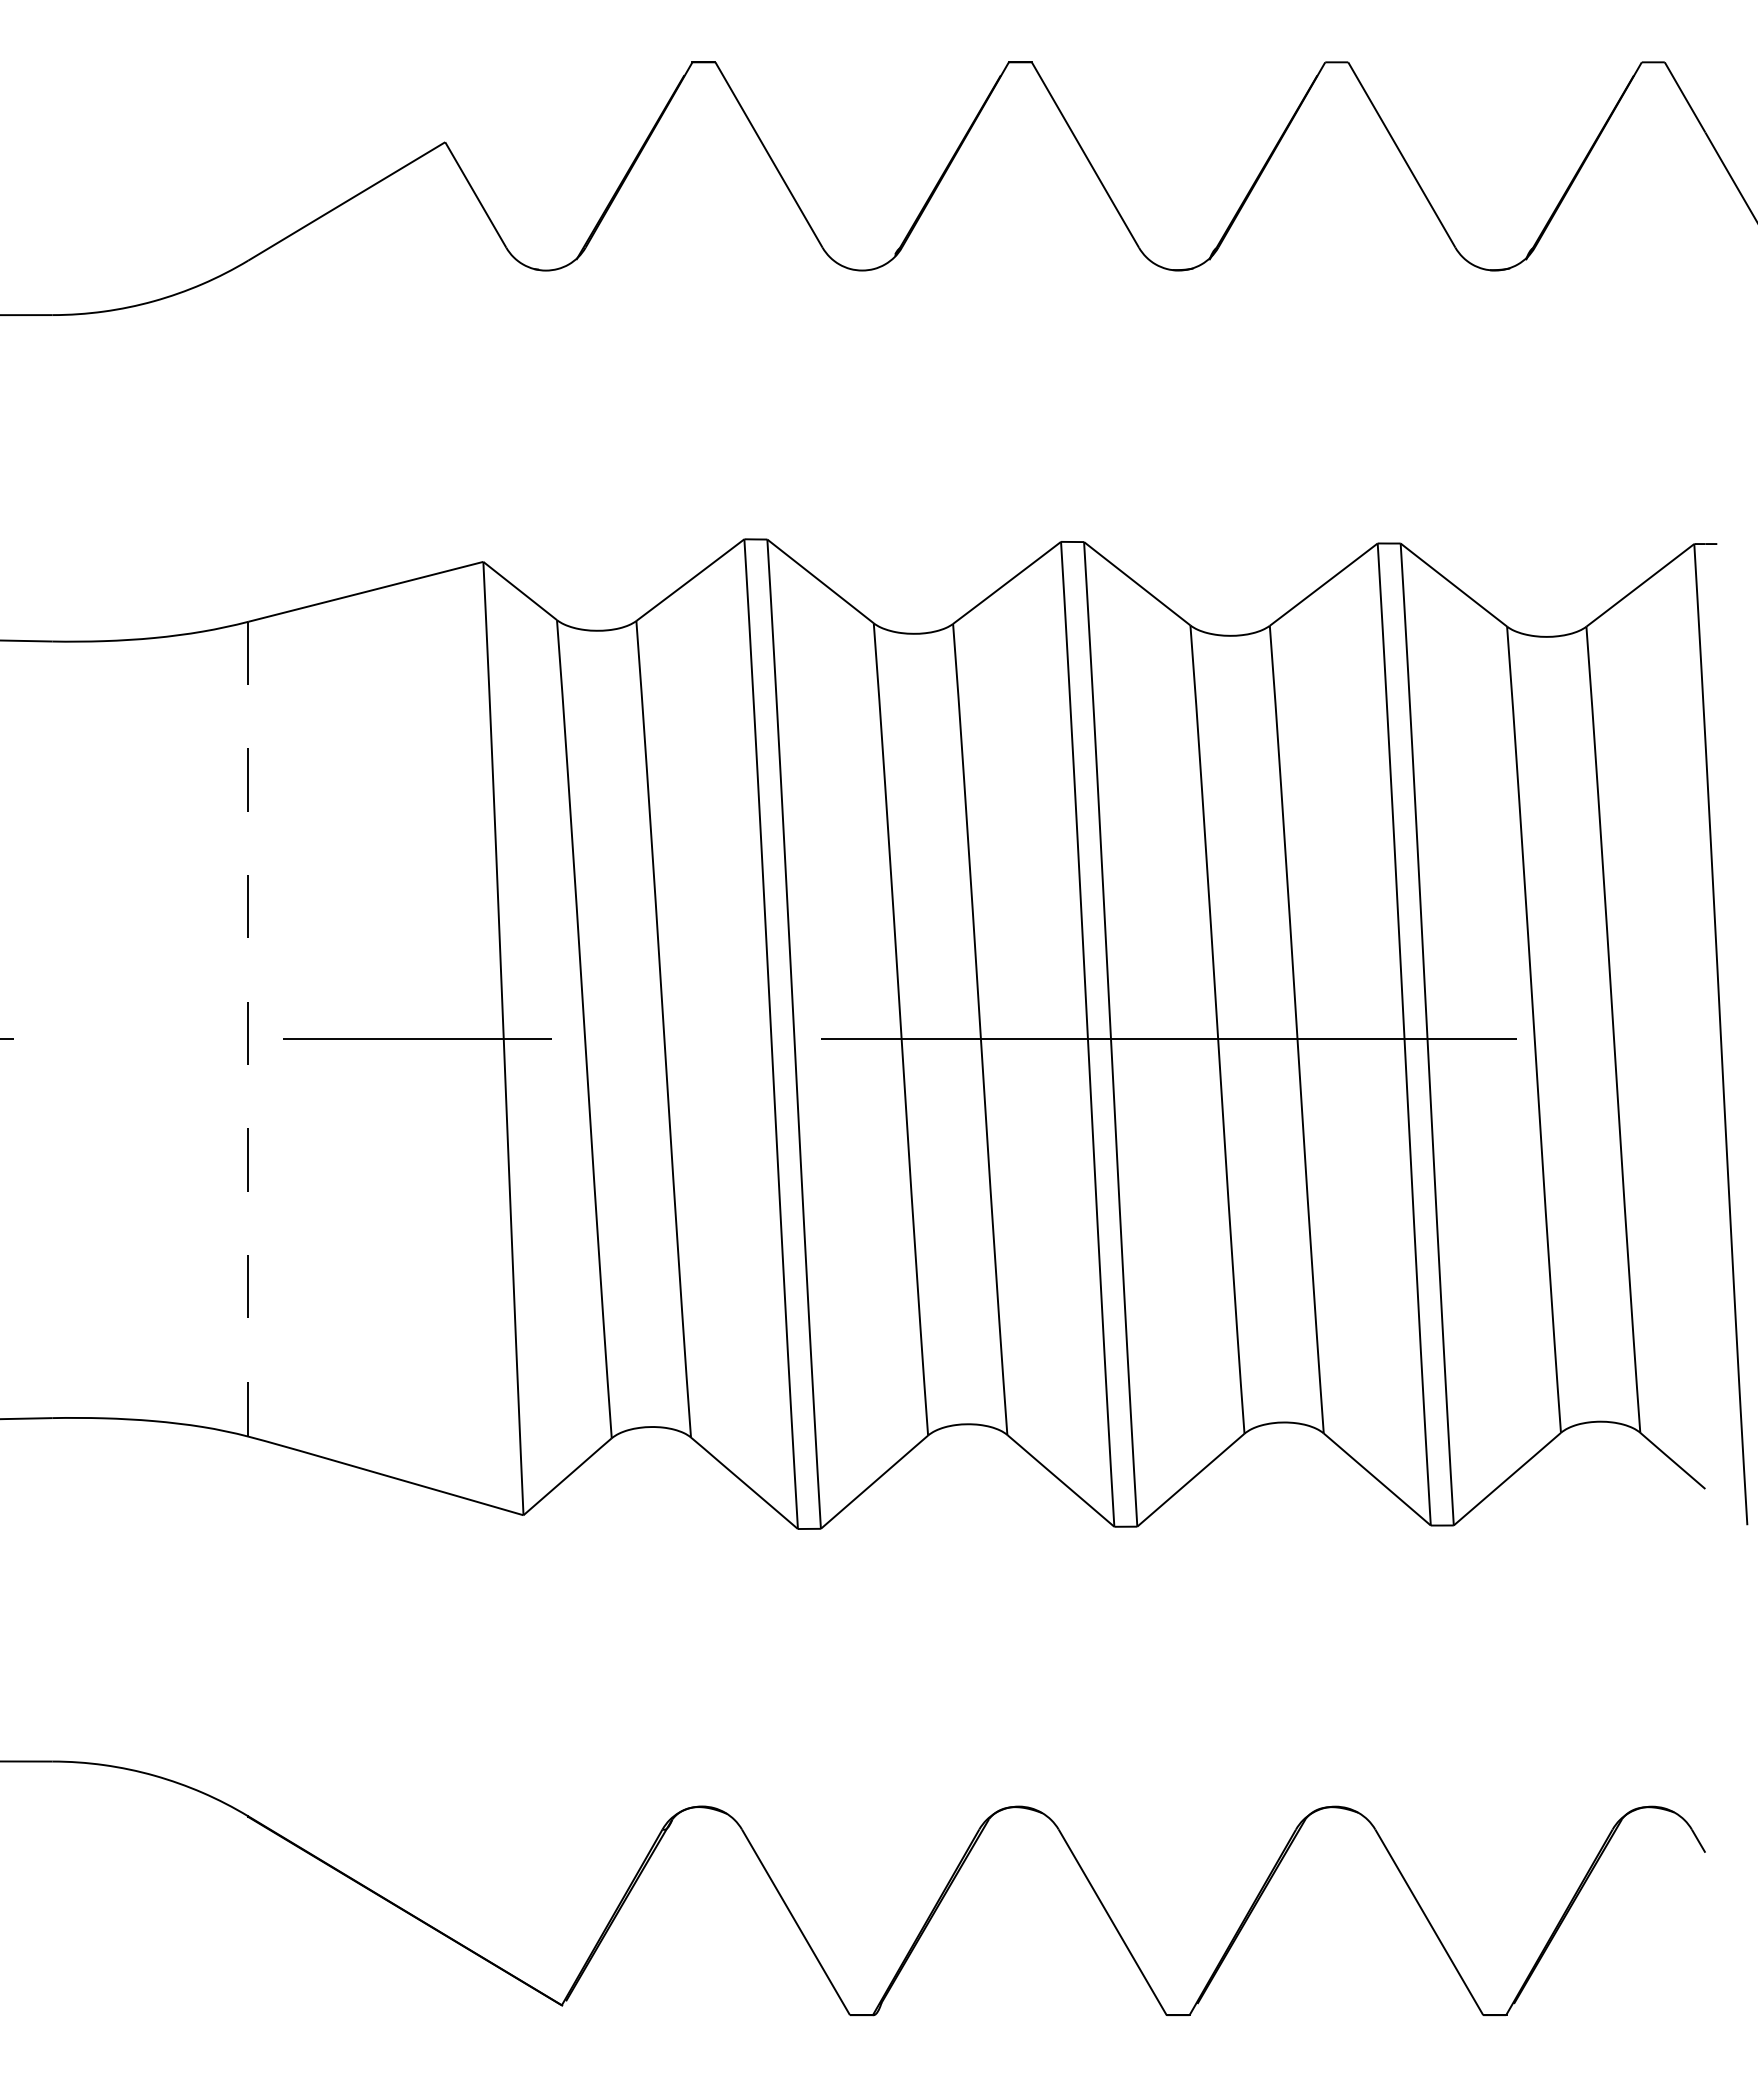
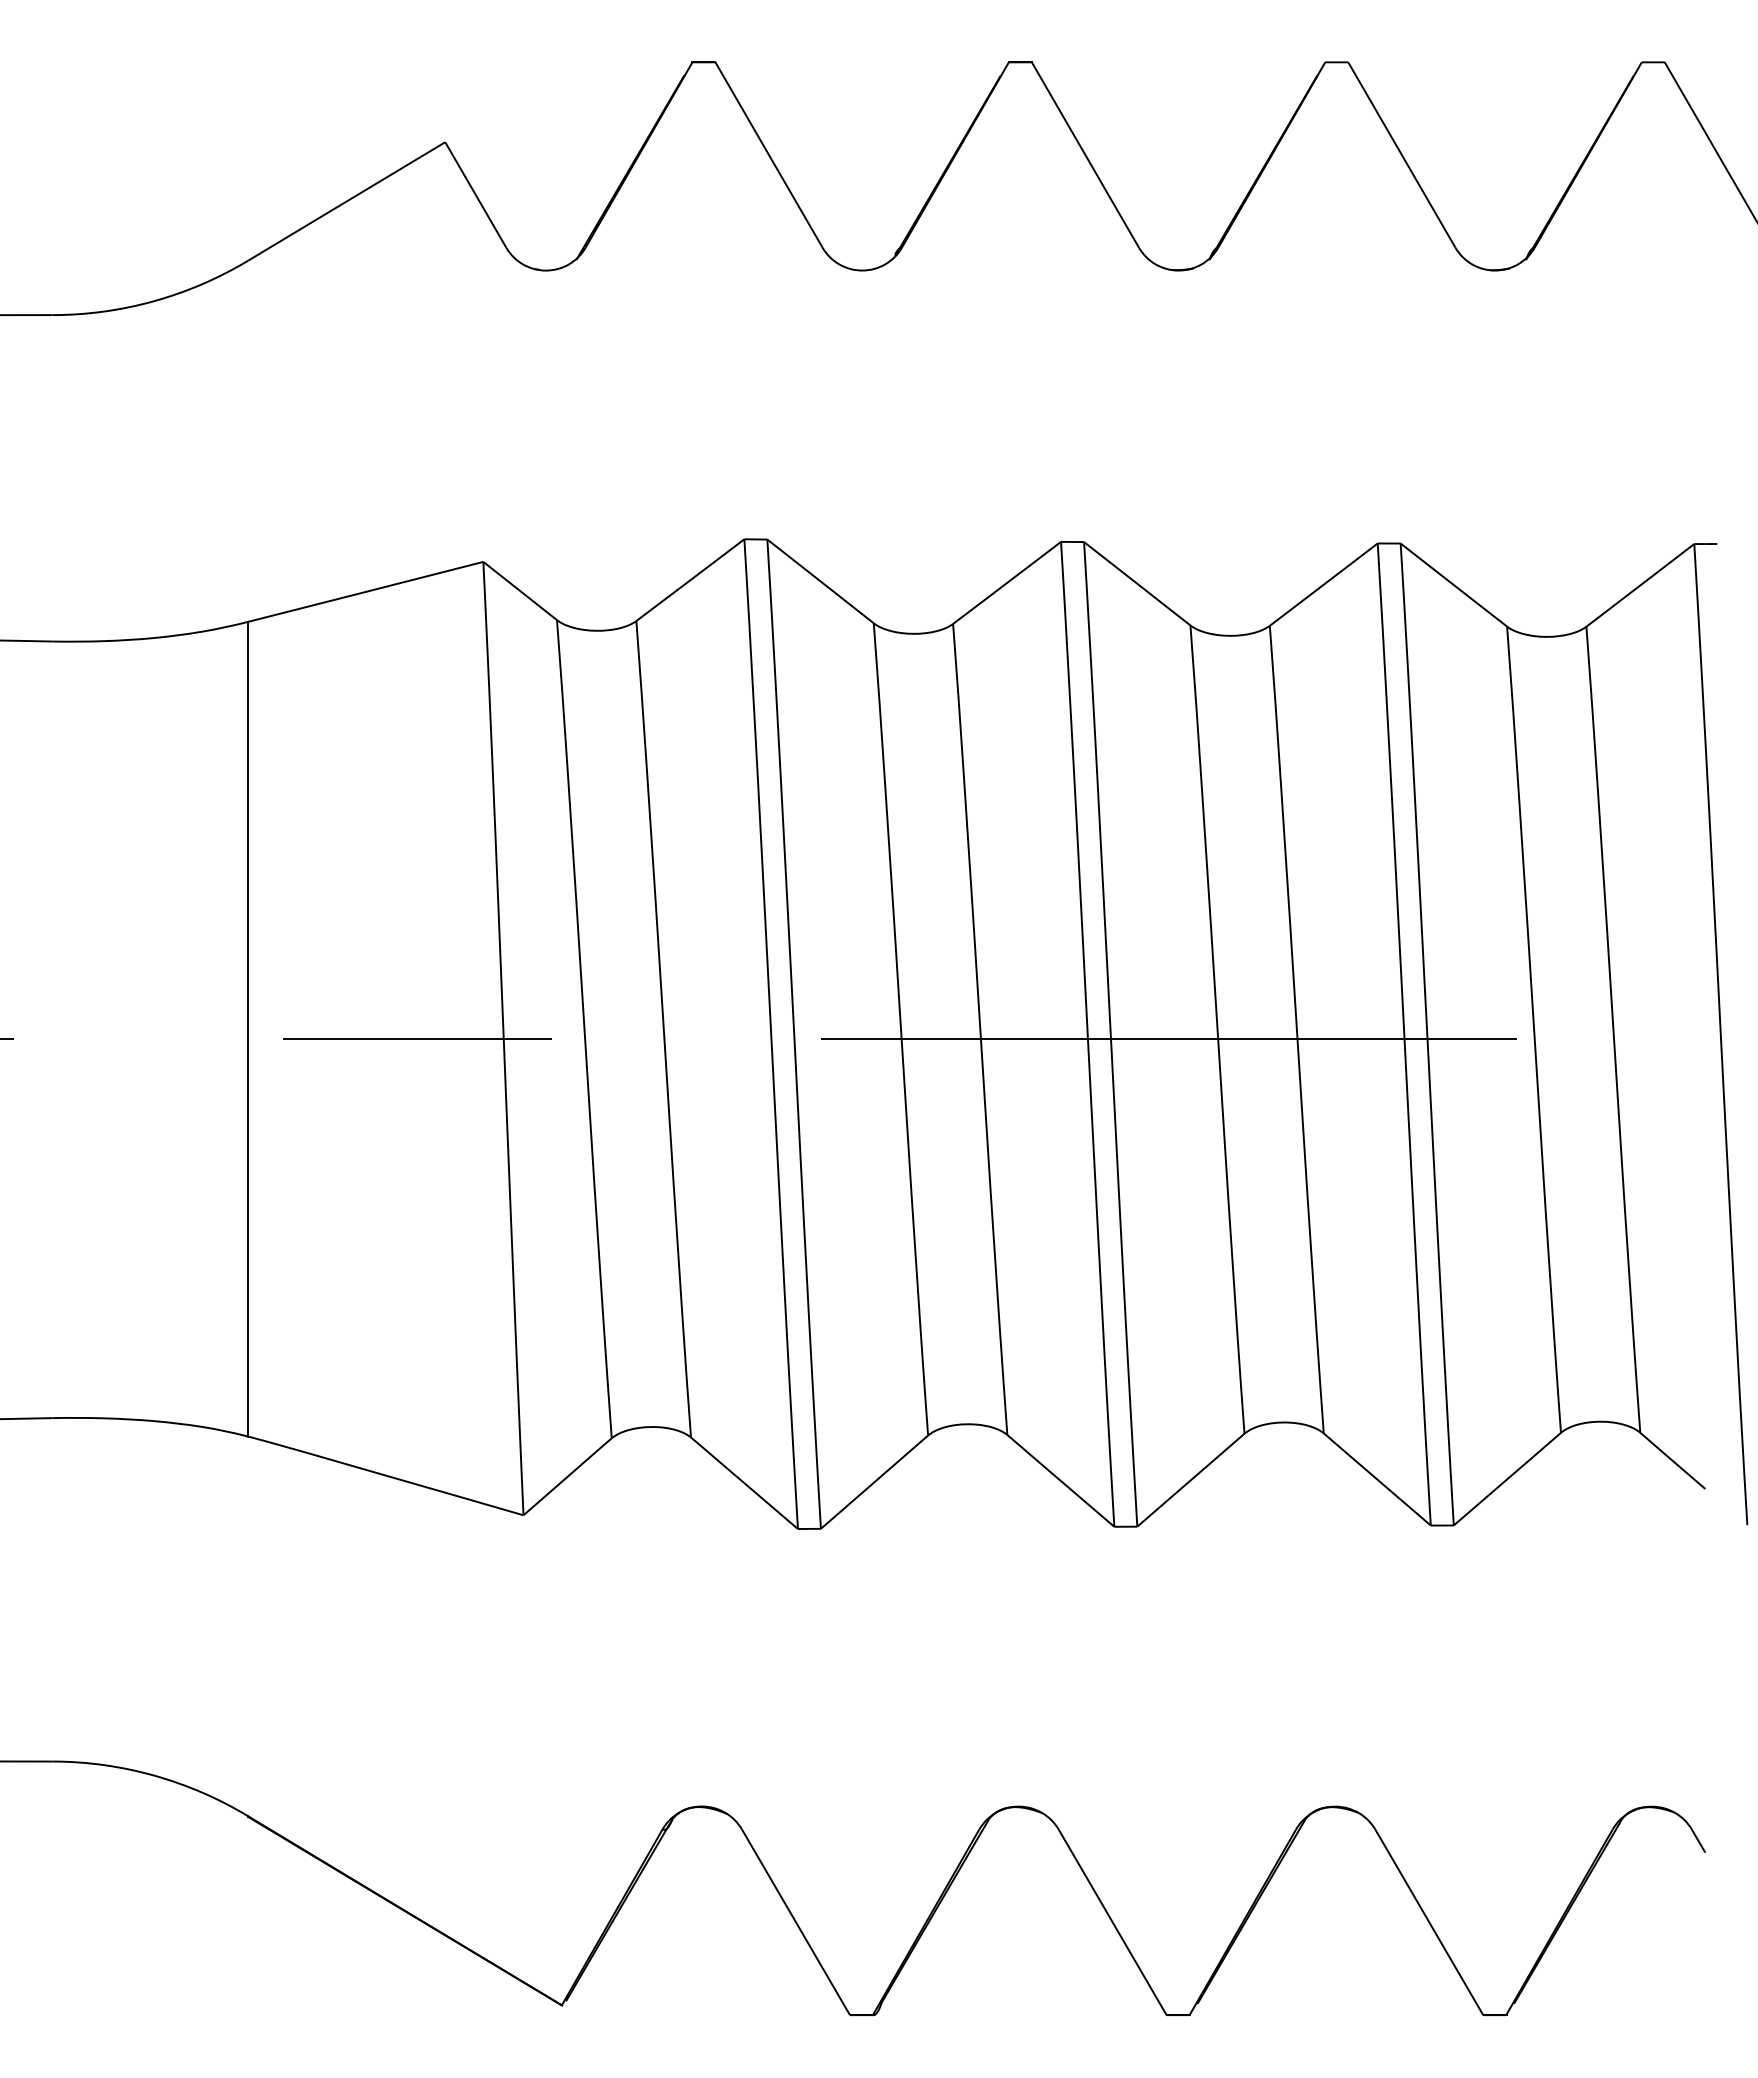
line at (248, 1029): dashed -> solid
